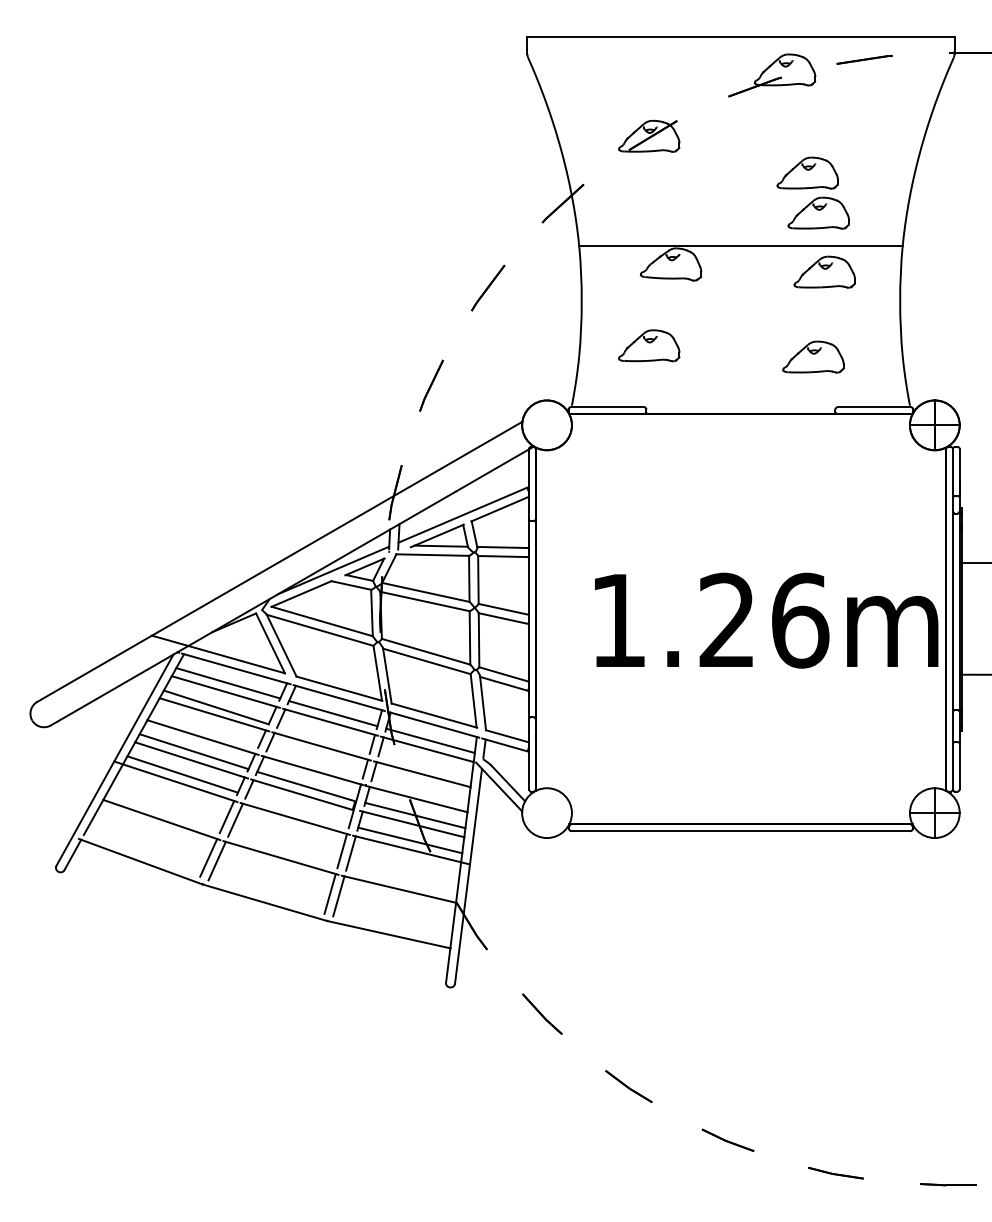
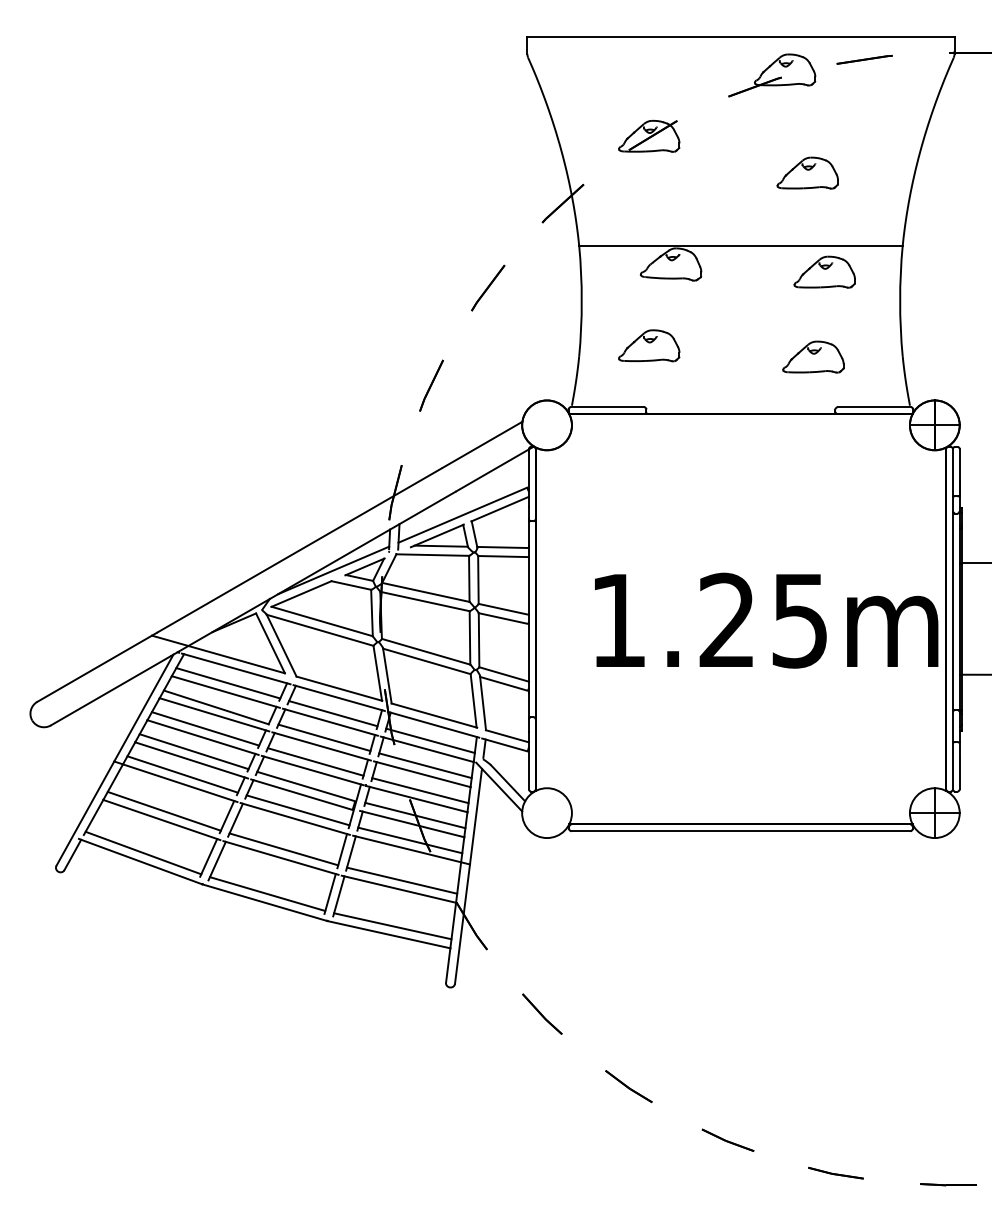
part at (818, 212): present -> none
text at (800, 620): 1.26m -> 1.25m
line at (205, 728): none -> present
line at (324, 737): none -> present
line at (315, 761): none -> present
line at (425, 765): none -> present
line at (420, 790): none -> present
line at (163, 810): none -> present
line at (297, 810): none -> present
line at (283, 849): none -> present
line at (143, 852): none -> present
line at (402, 880): none -> present
line at (267, 894): none -> present
line at (392, 926): none -> present
